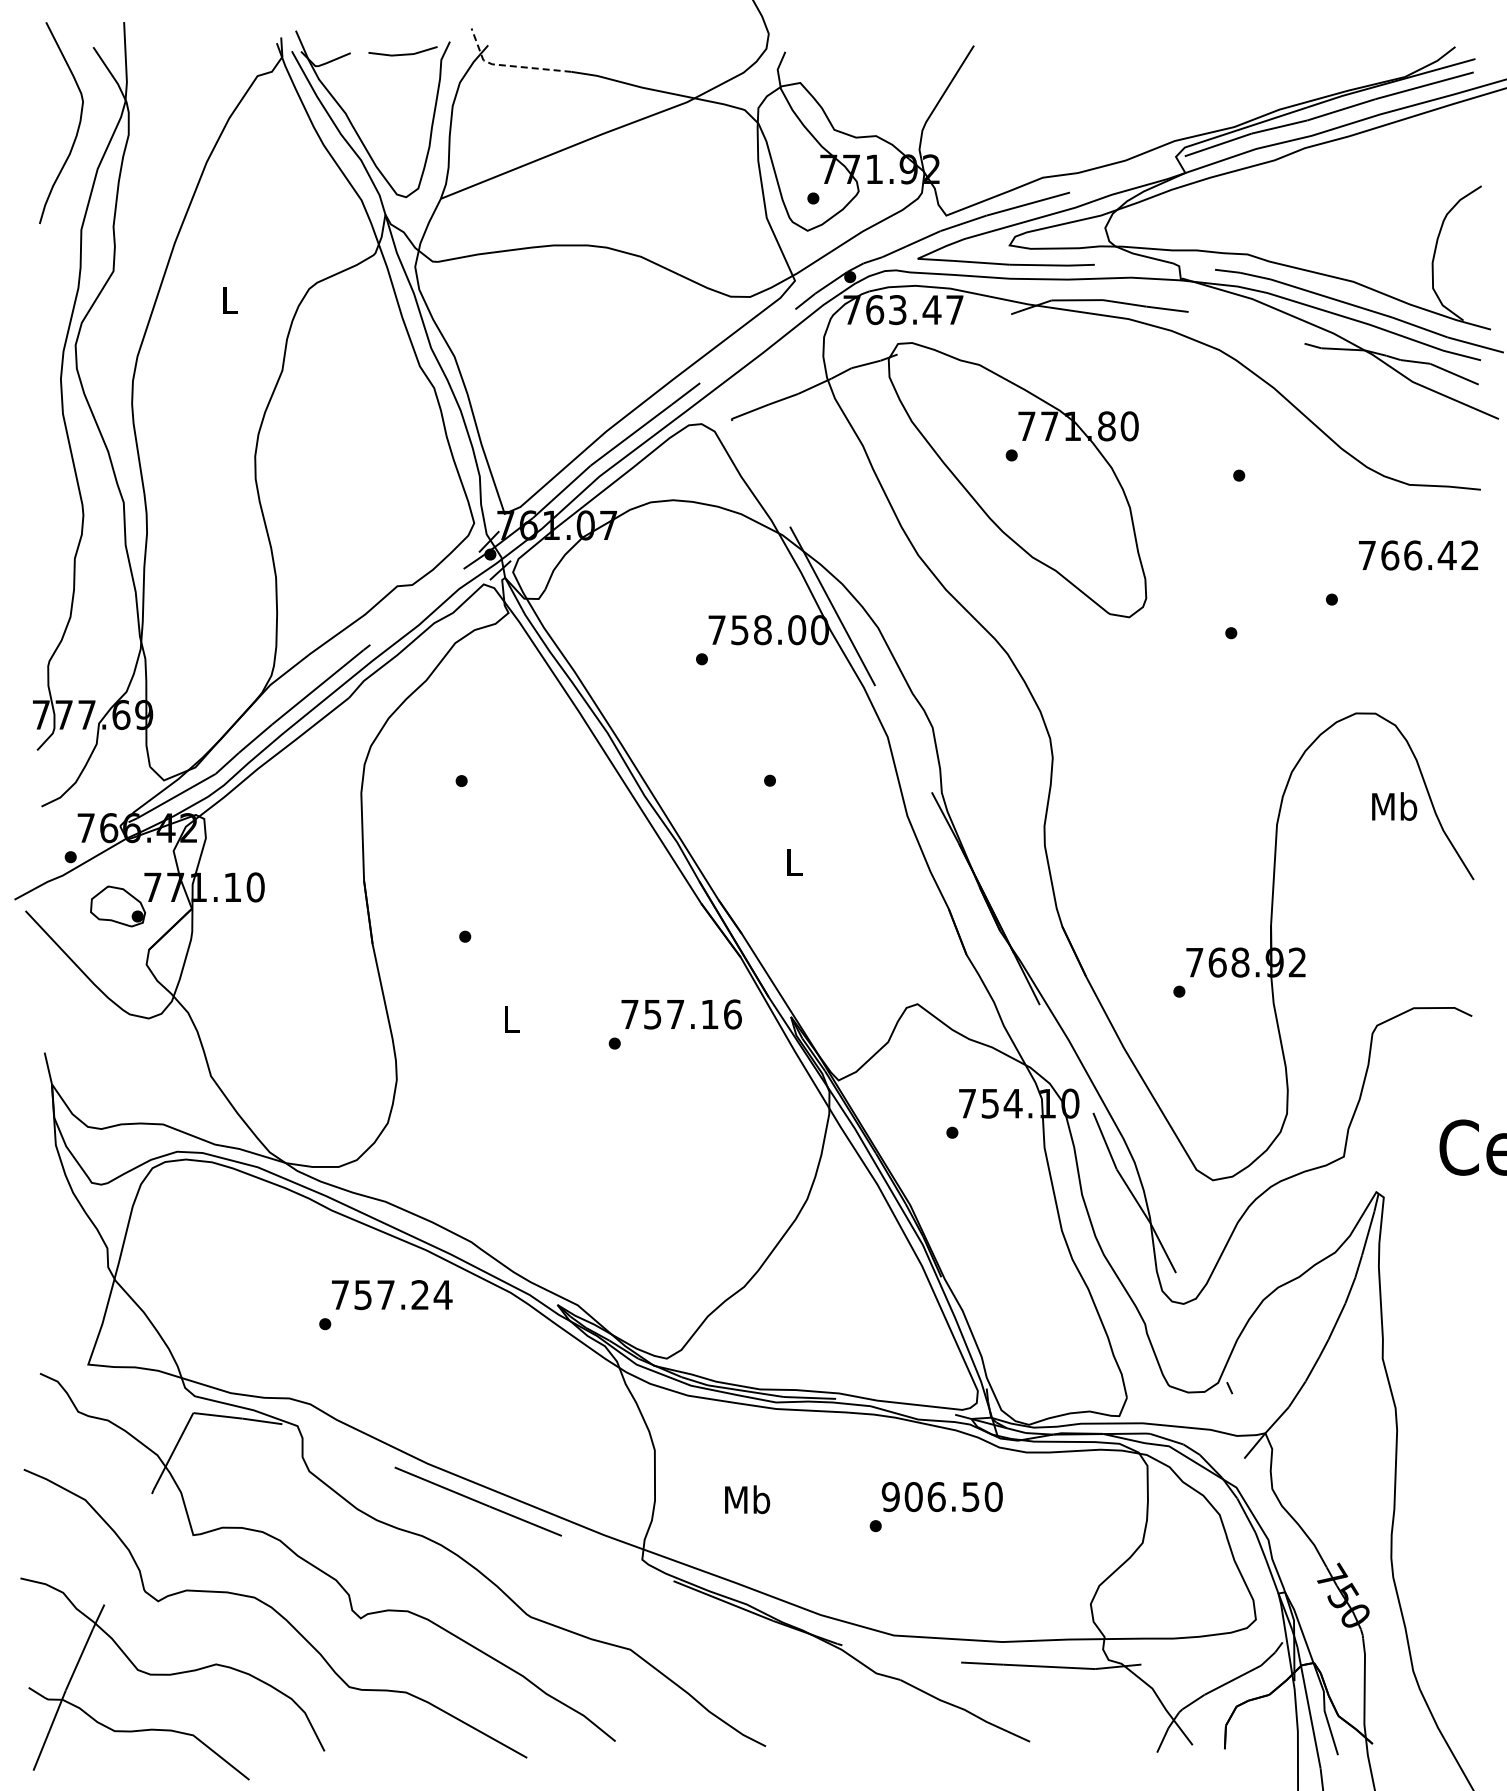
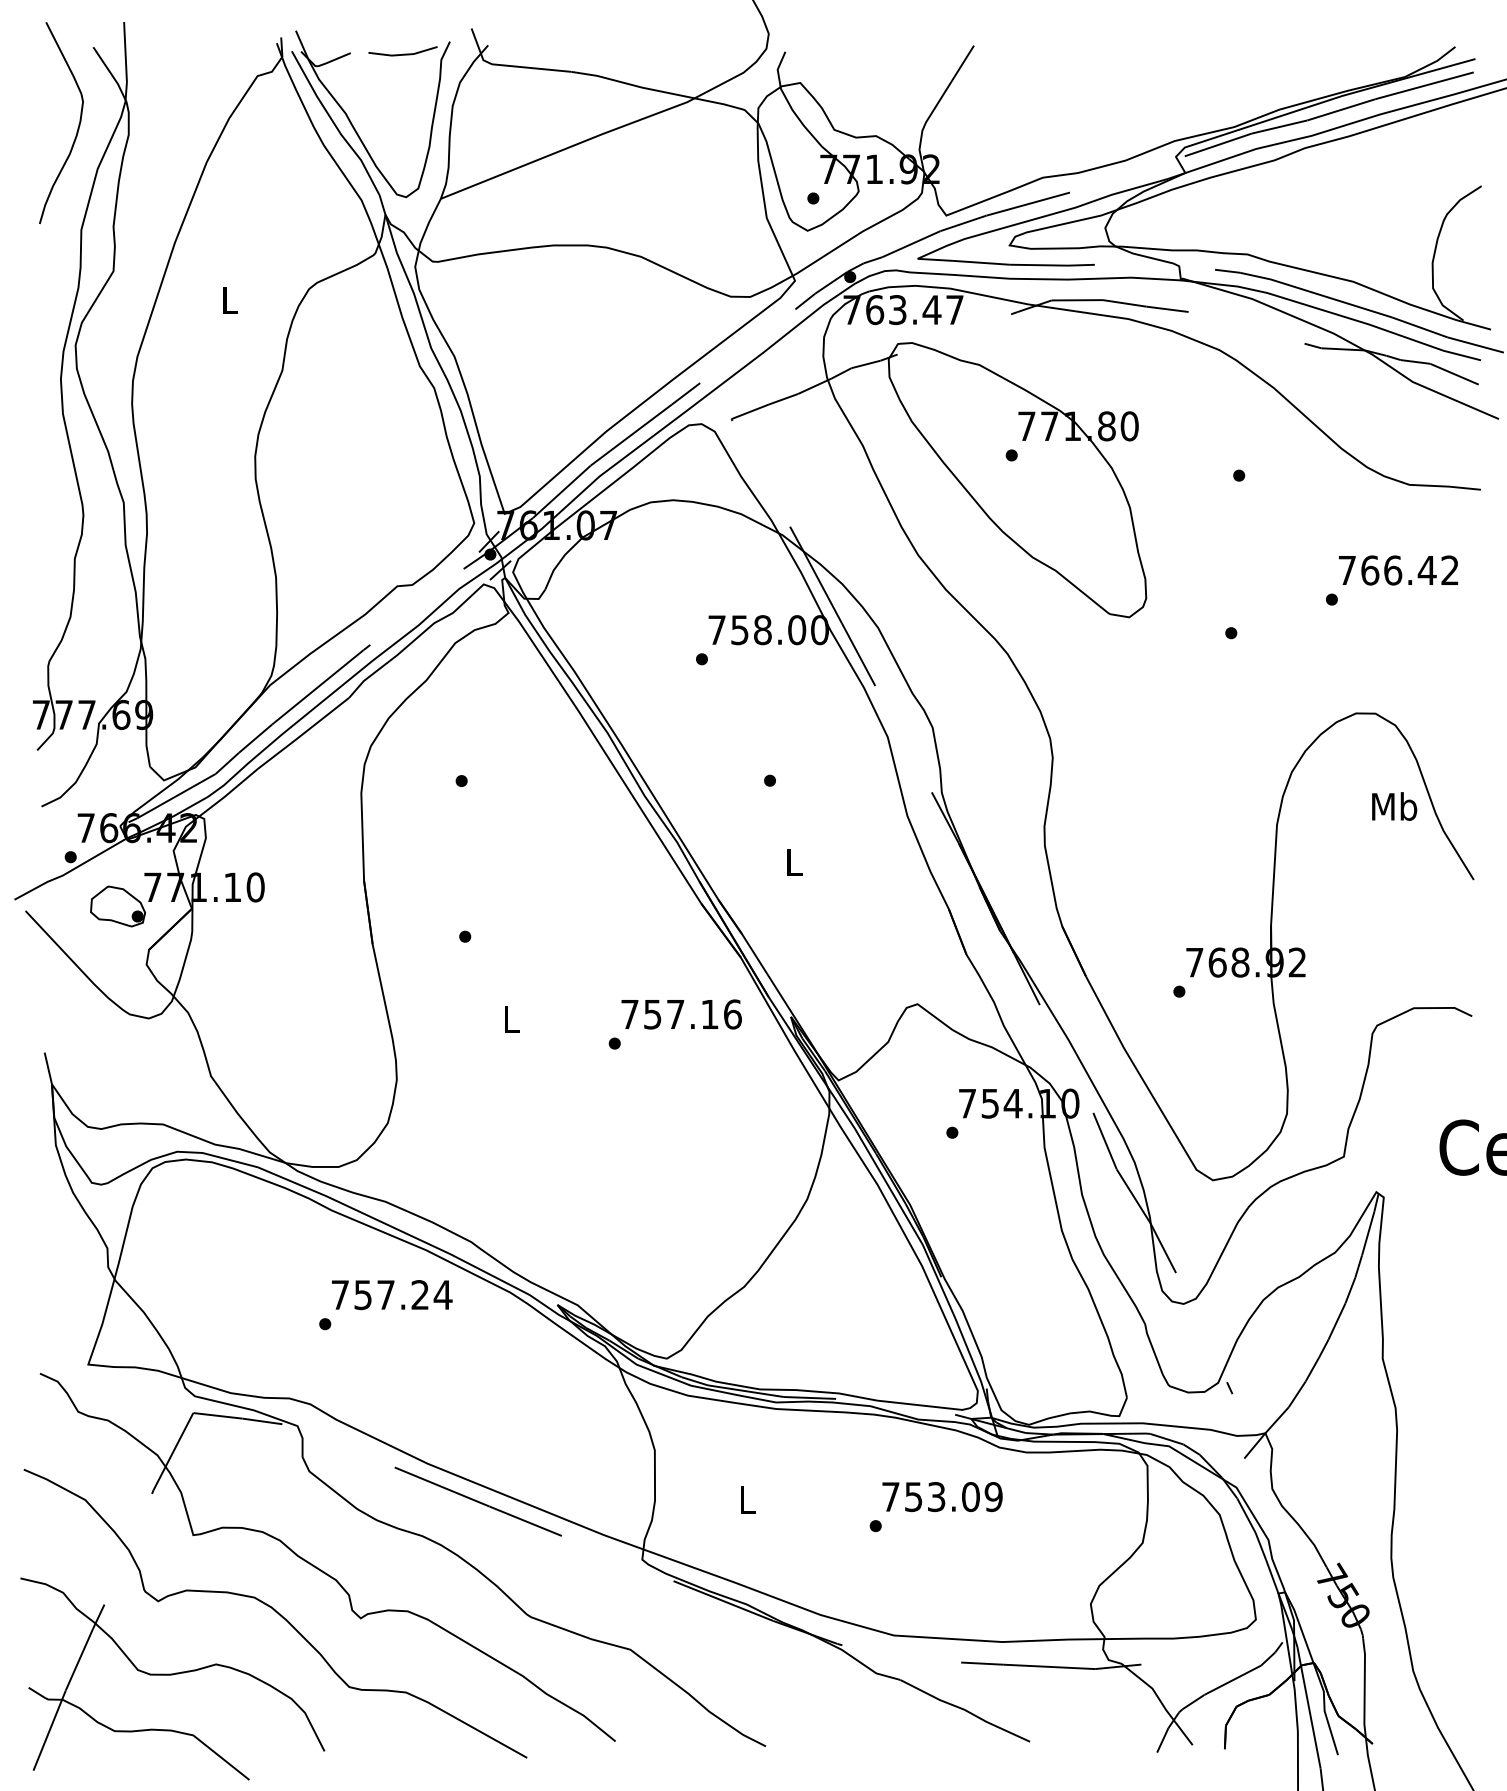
line at (509, 65): dashed -> solid
text at (1418, 555) position: (1418, 555) -> (1398, 570)
text at (941, 1497): 906.50 -> 753.09
text at (747, 1499): Mb -> L
